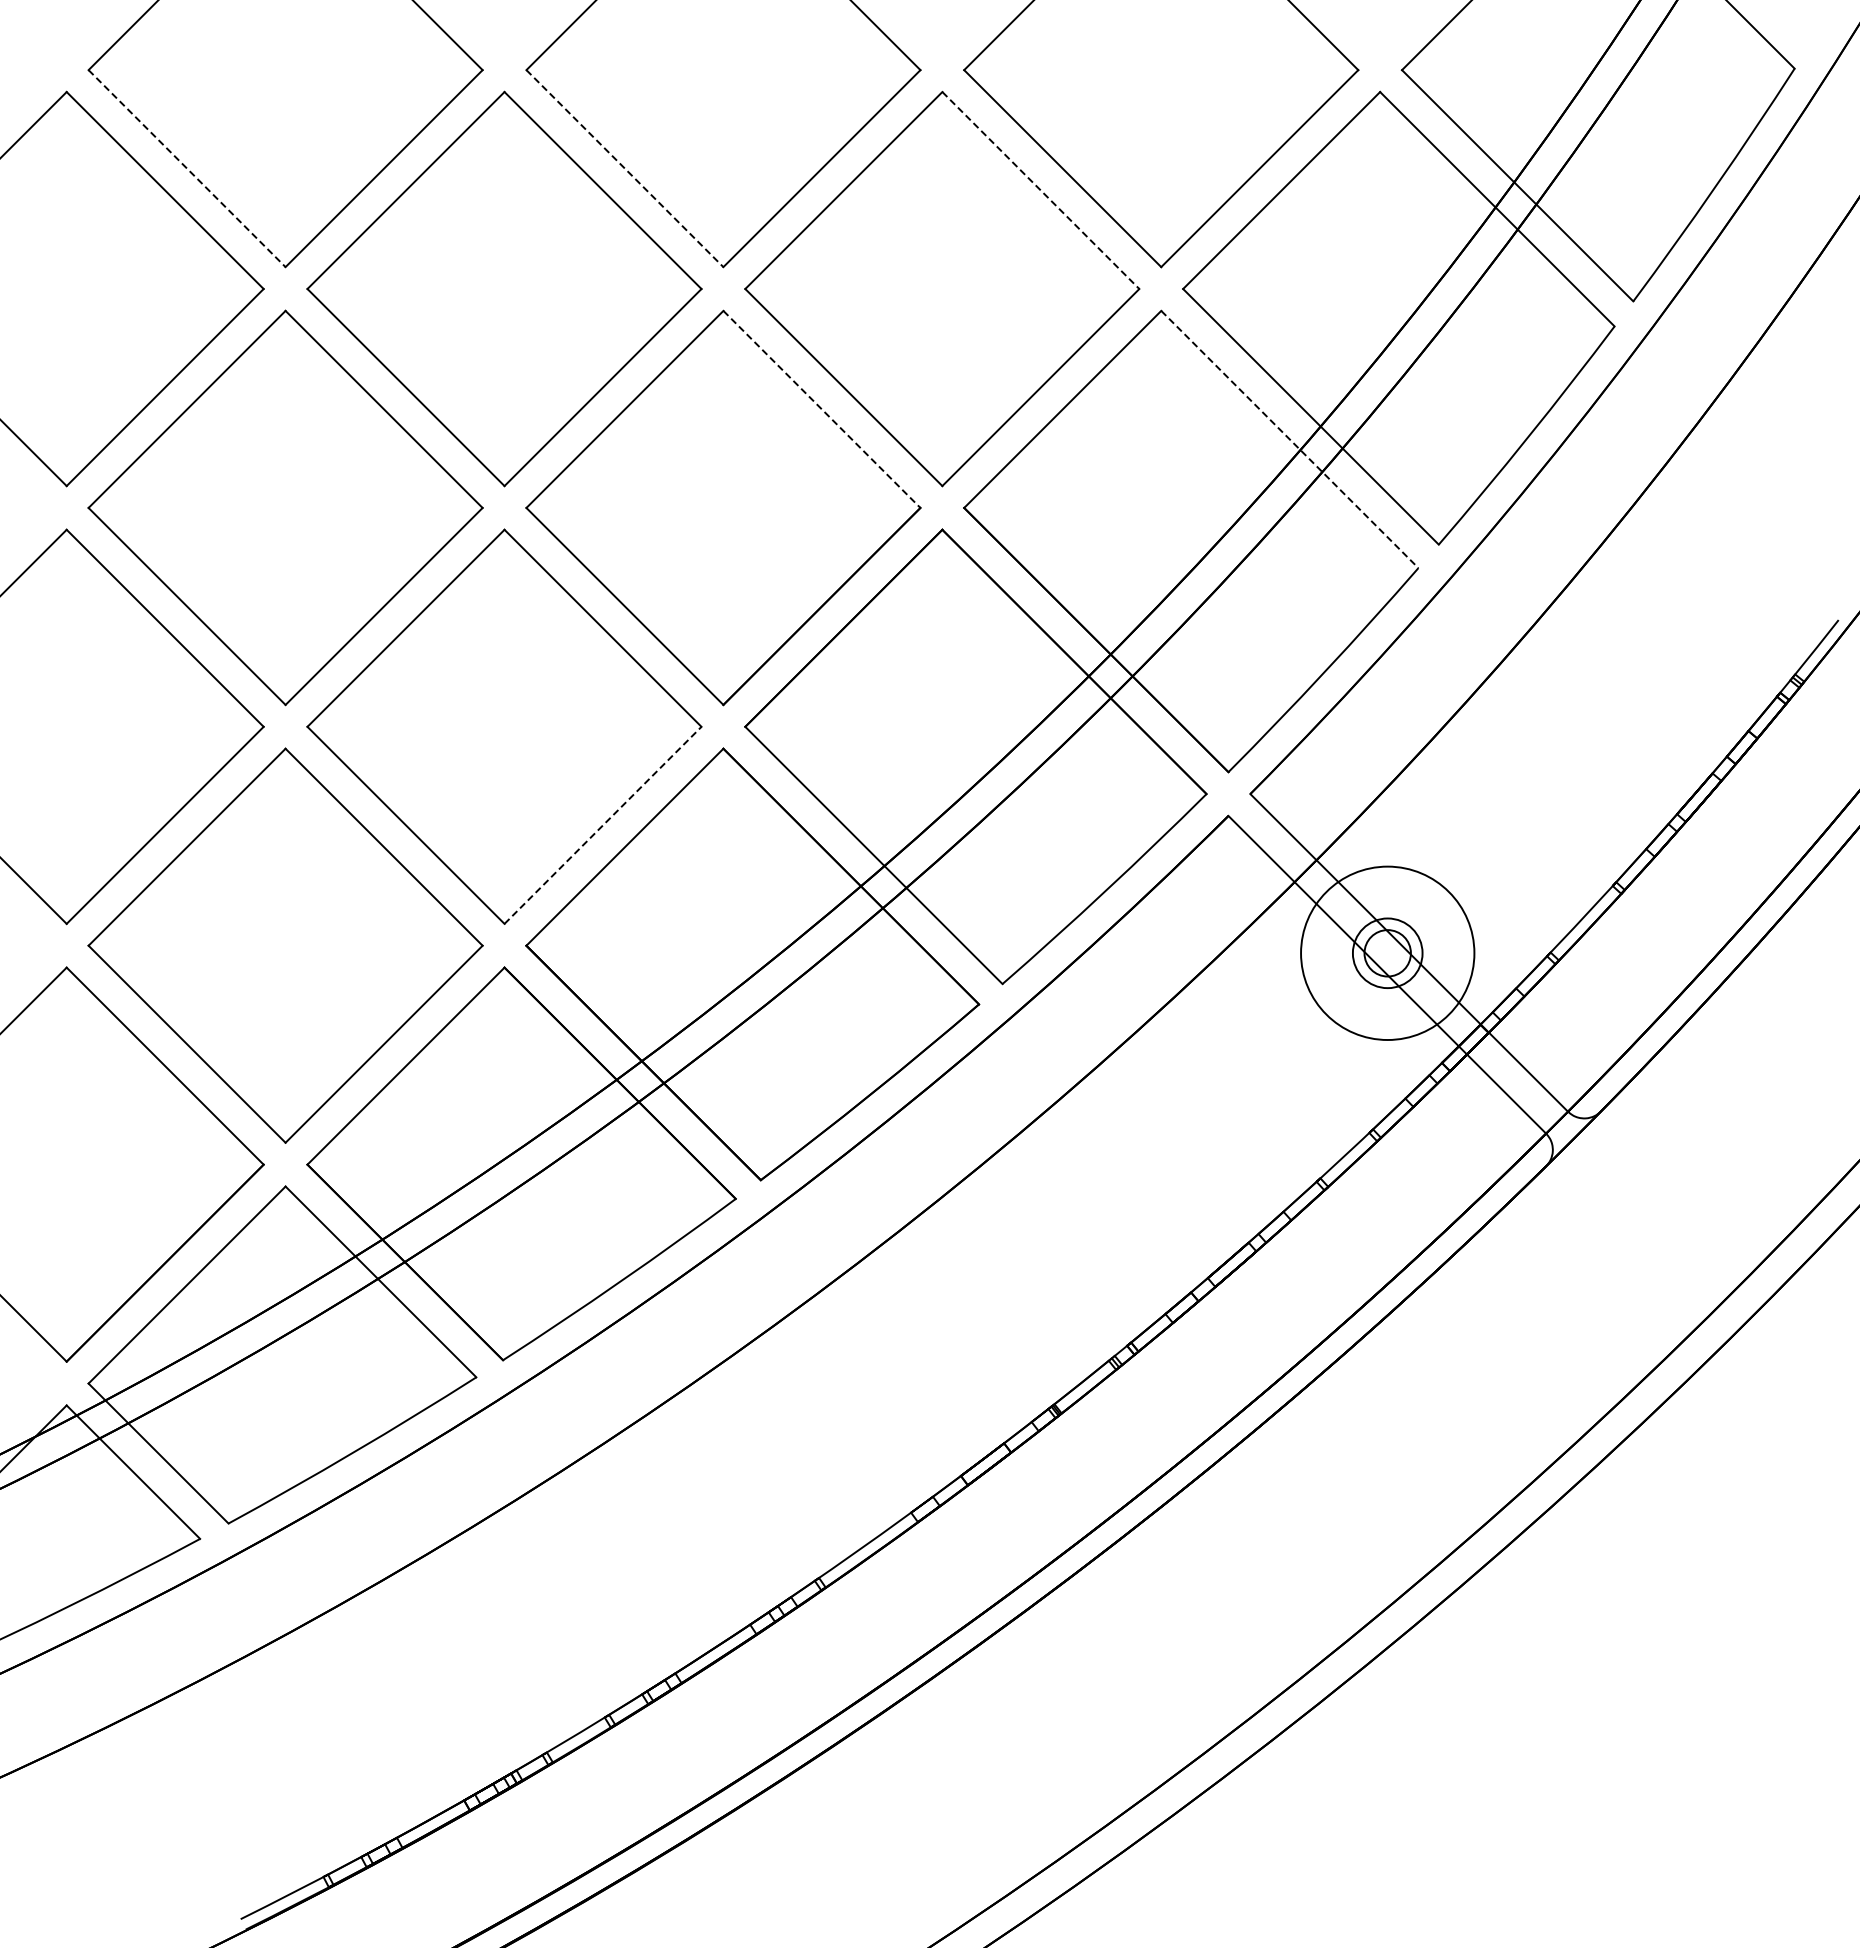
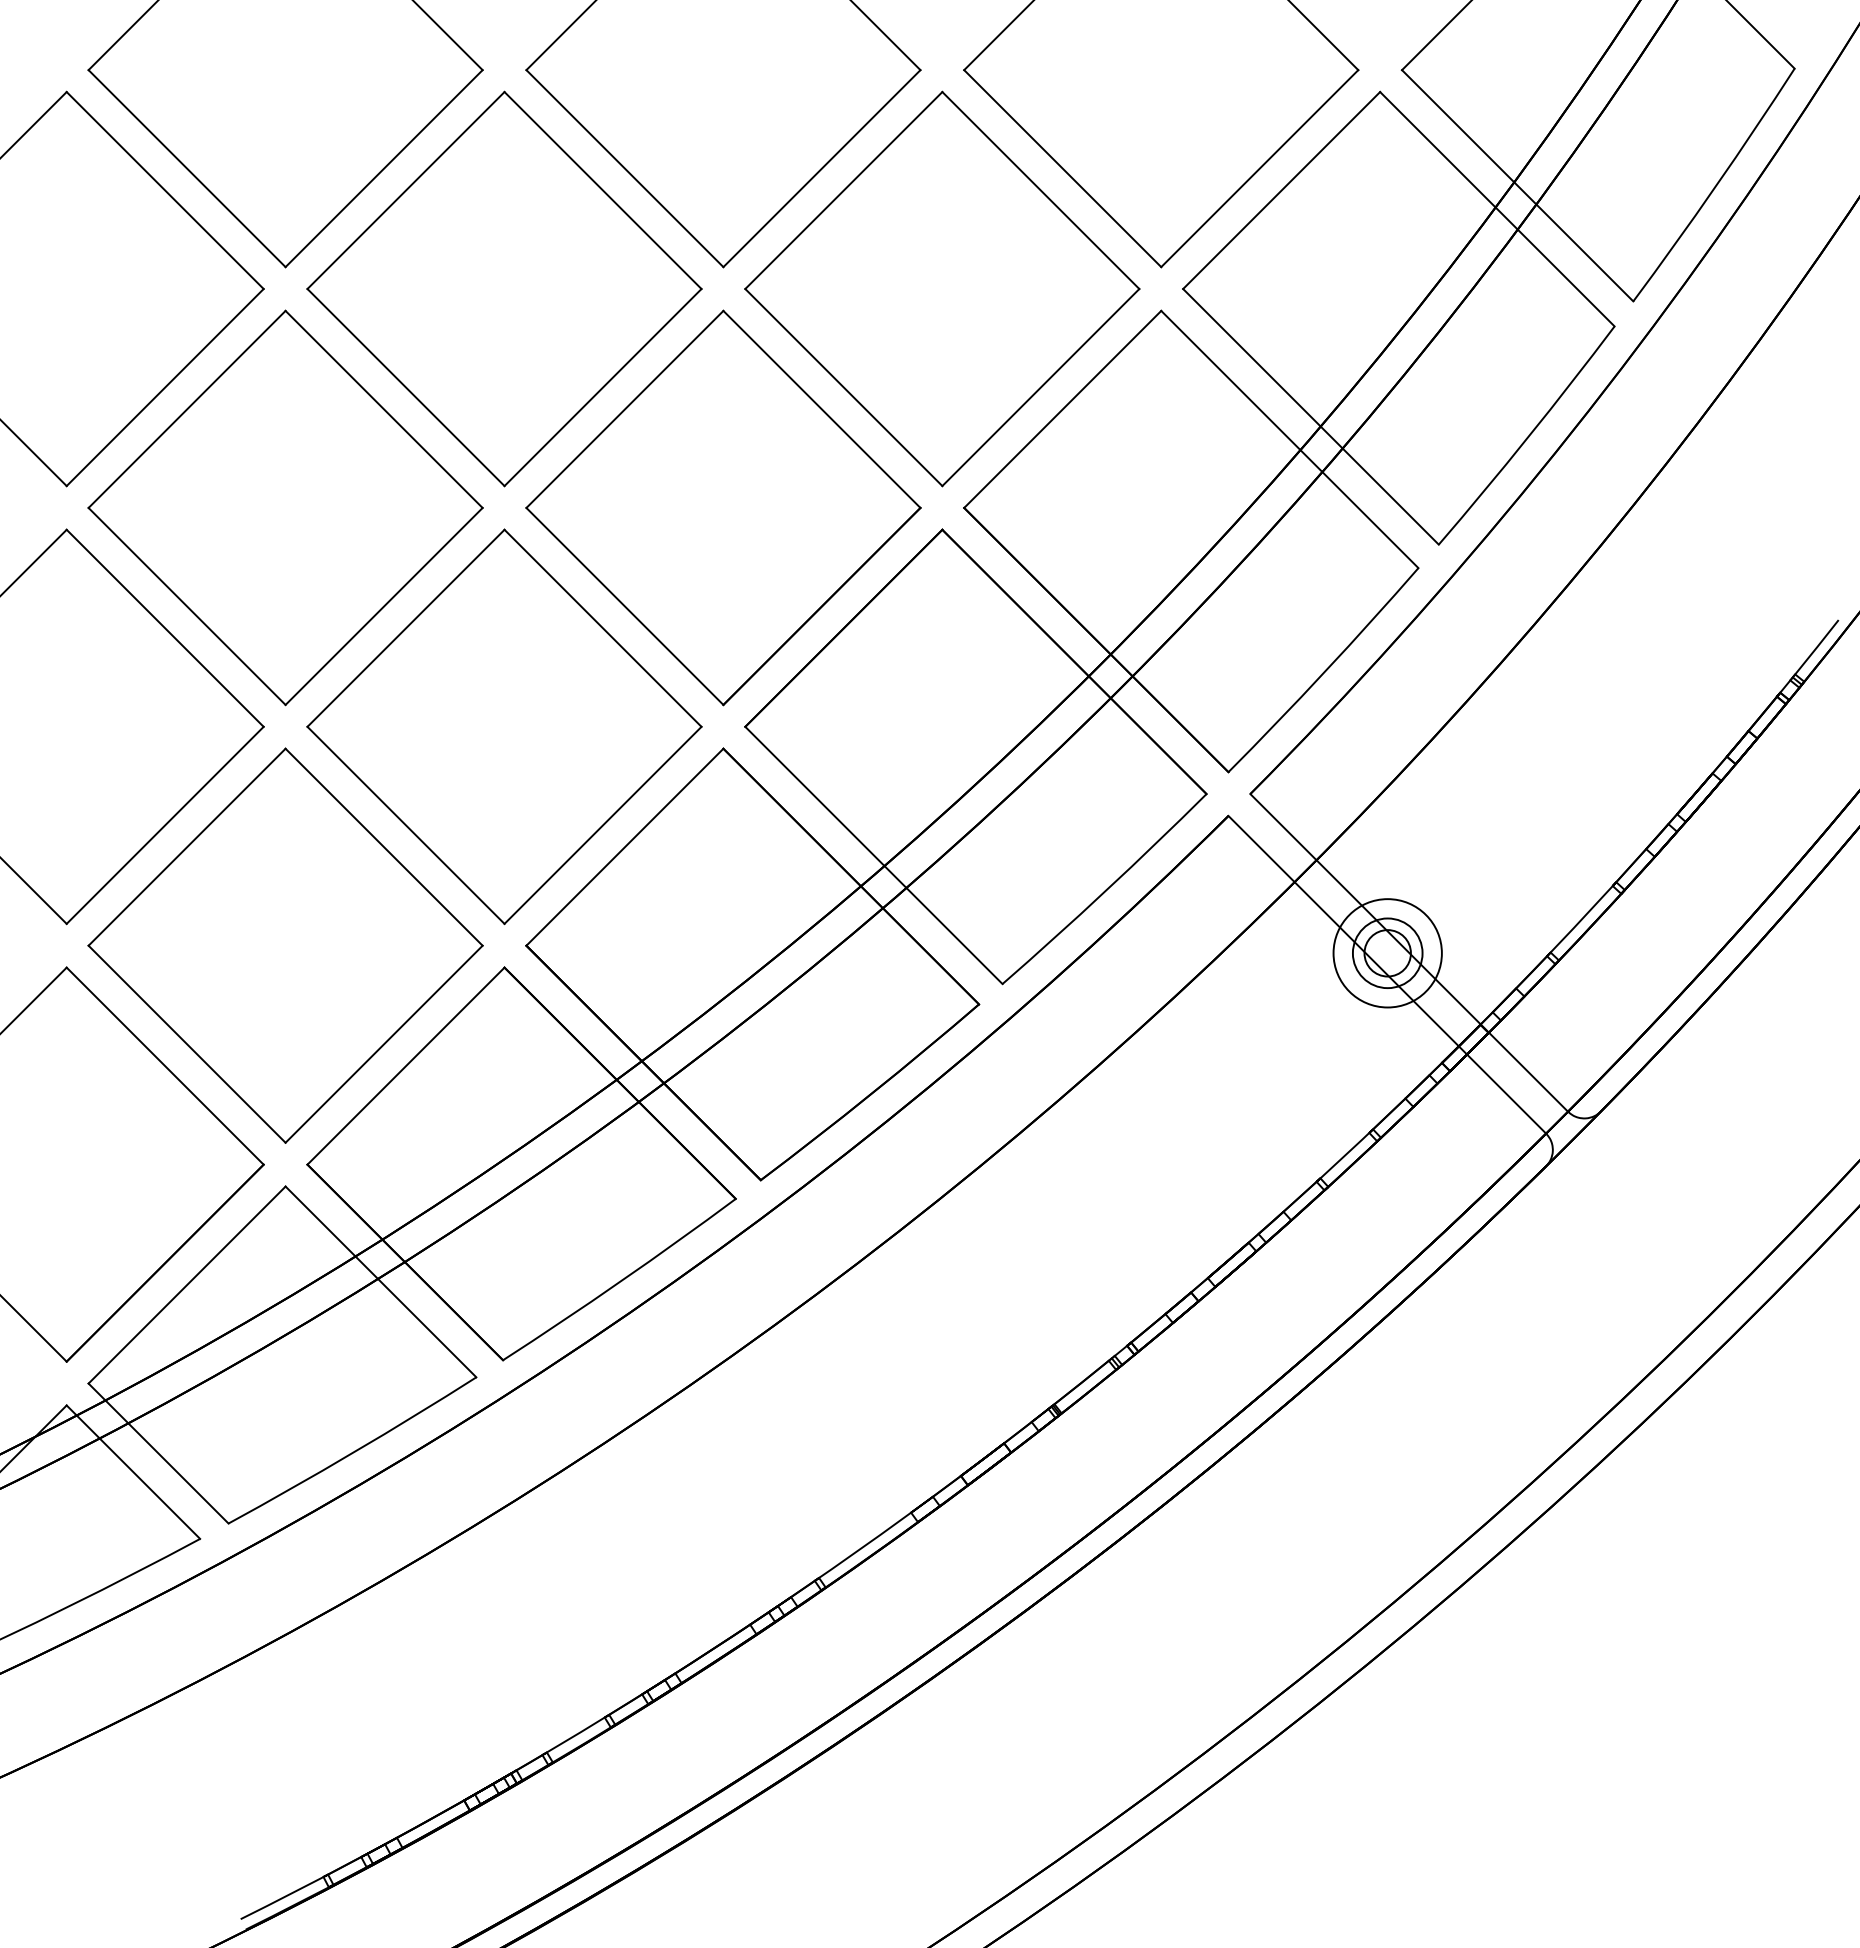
line at (187, 168): dashed -> solid
line at (625, 168): dashed -> solid
line at (1041, 190): dashed -> solid
line at (822, 409): dashed -> solid
line at (1289, 439): dashed -> solid
line at (603, 825): dashed -> solid
circle at (1387, 953) diameter: 173 px -> 108 px
